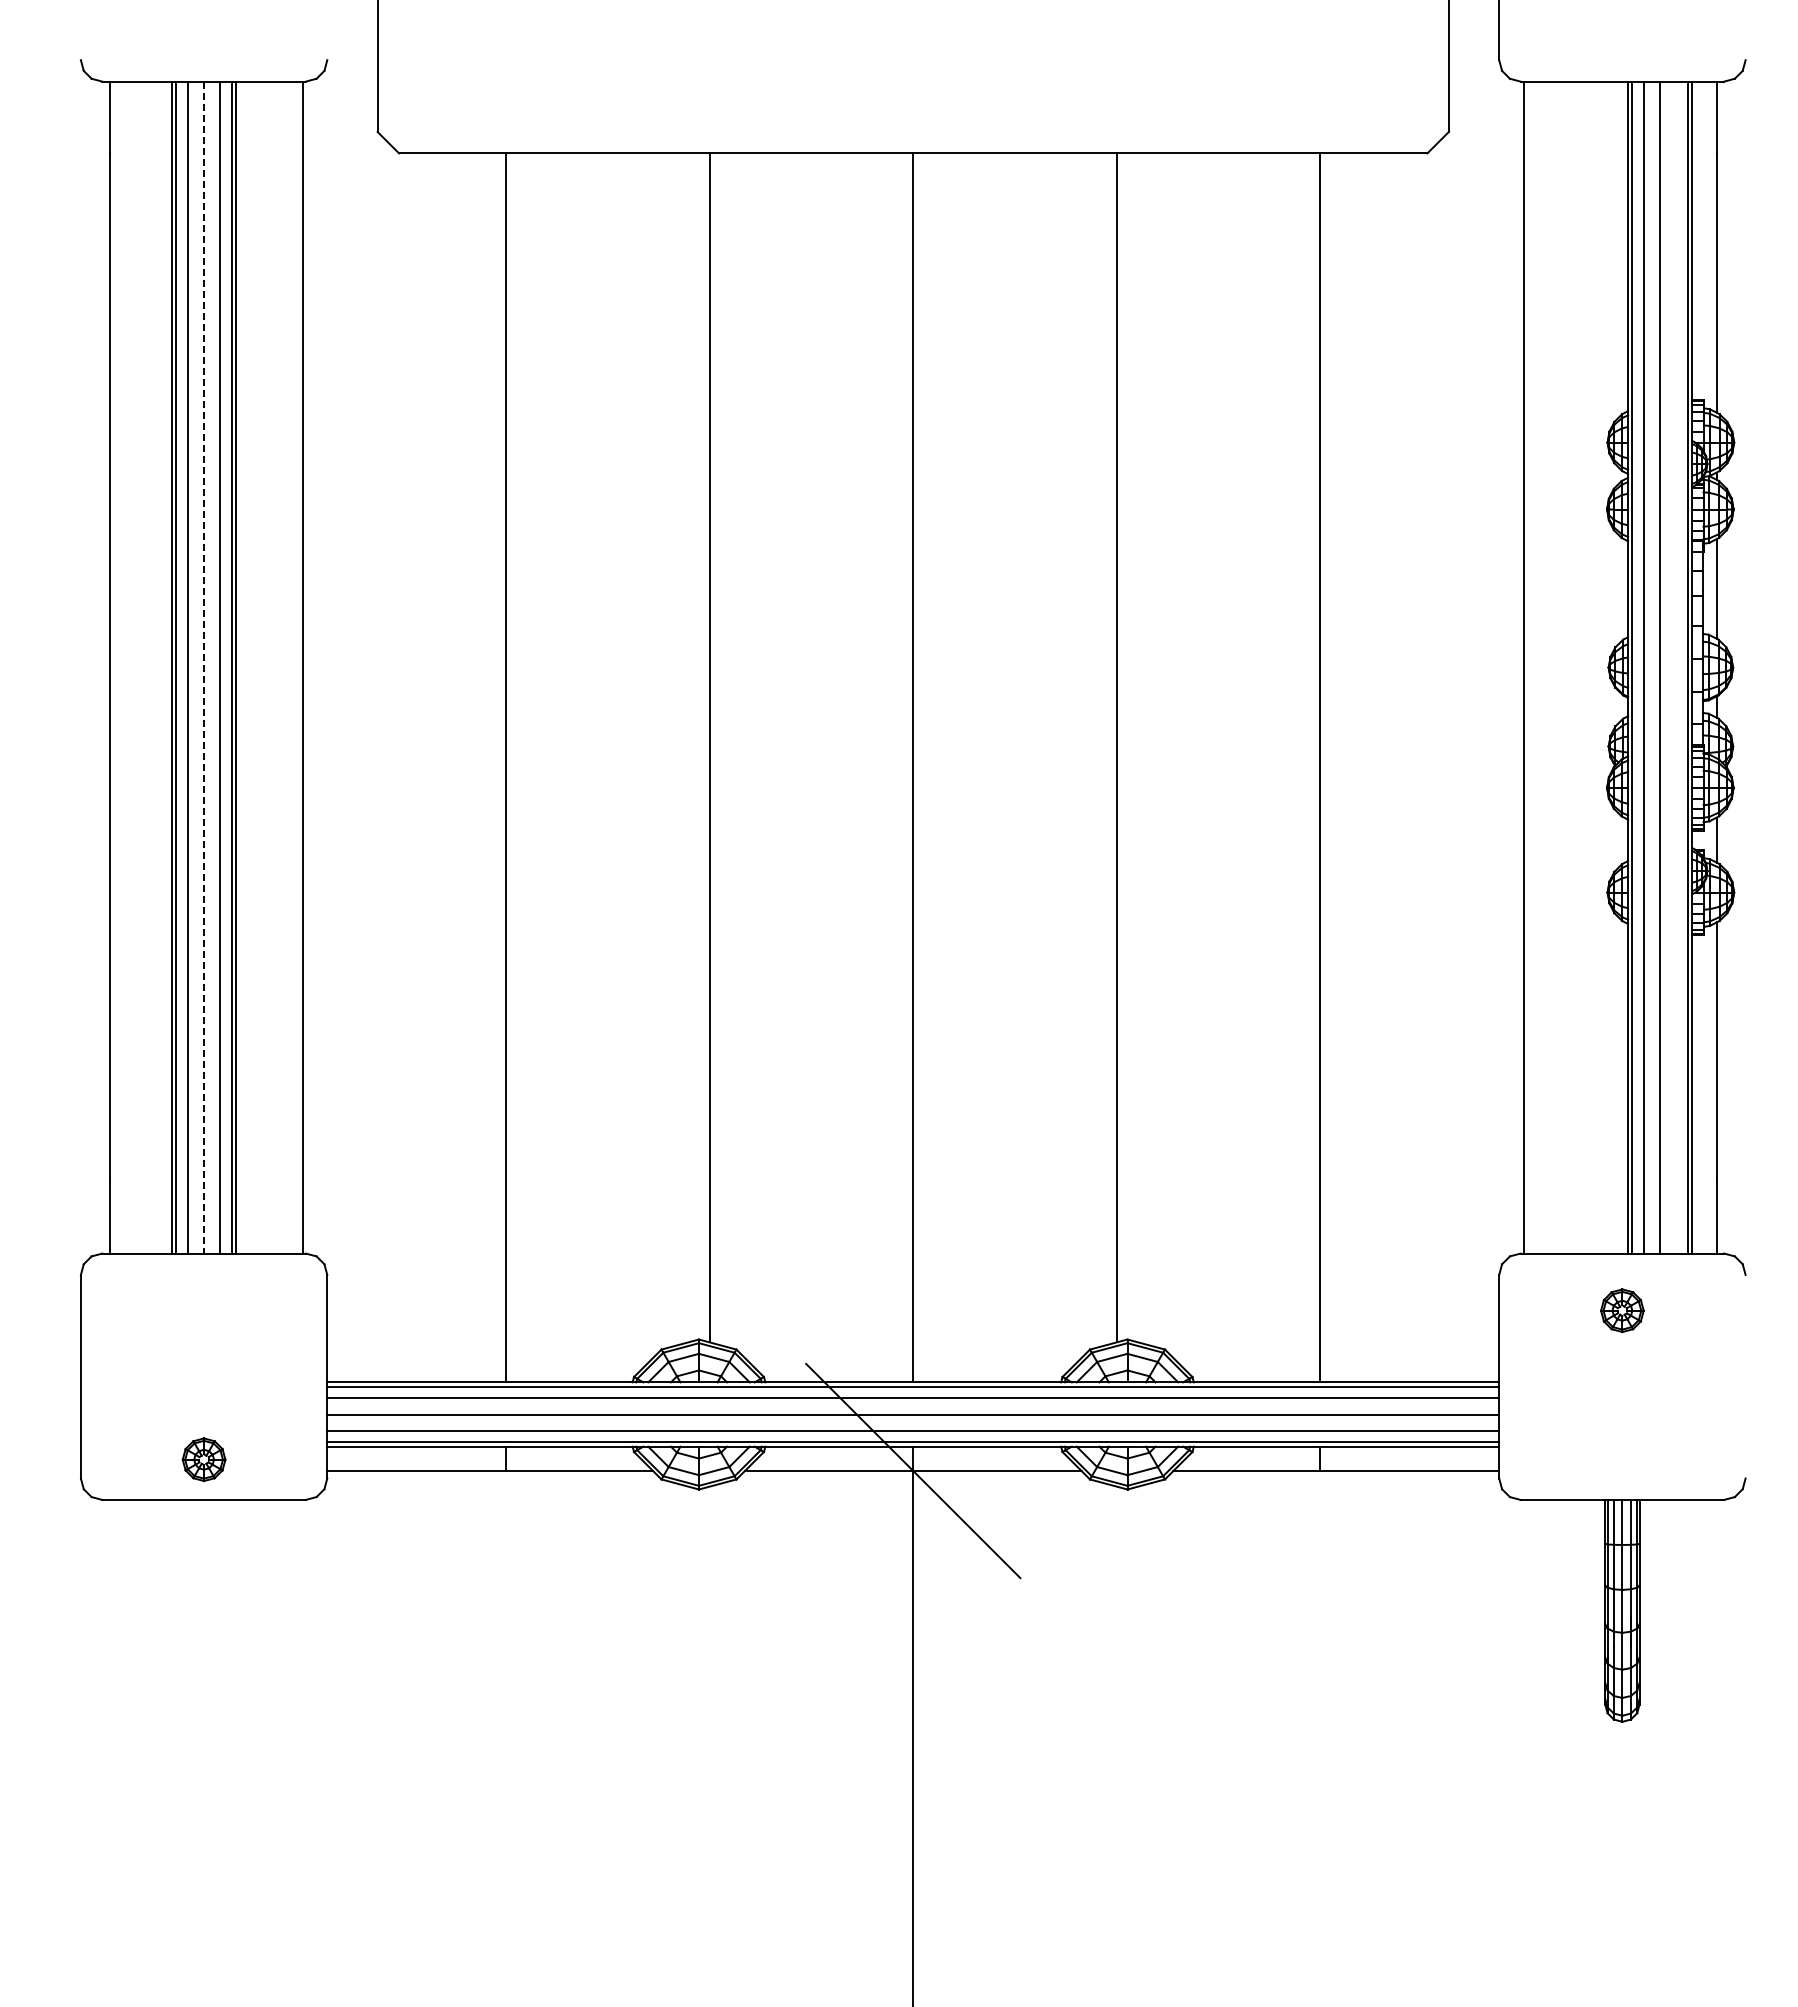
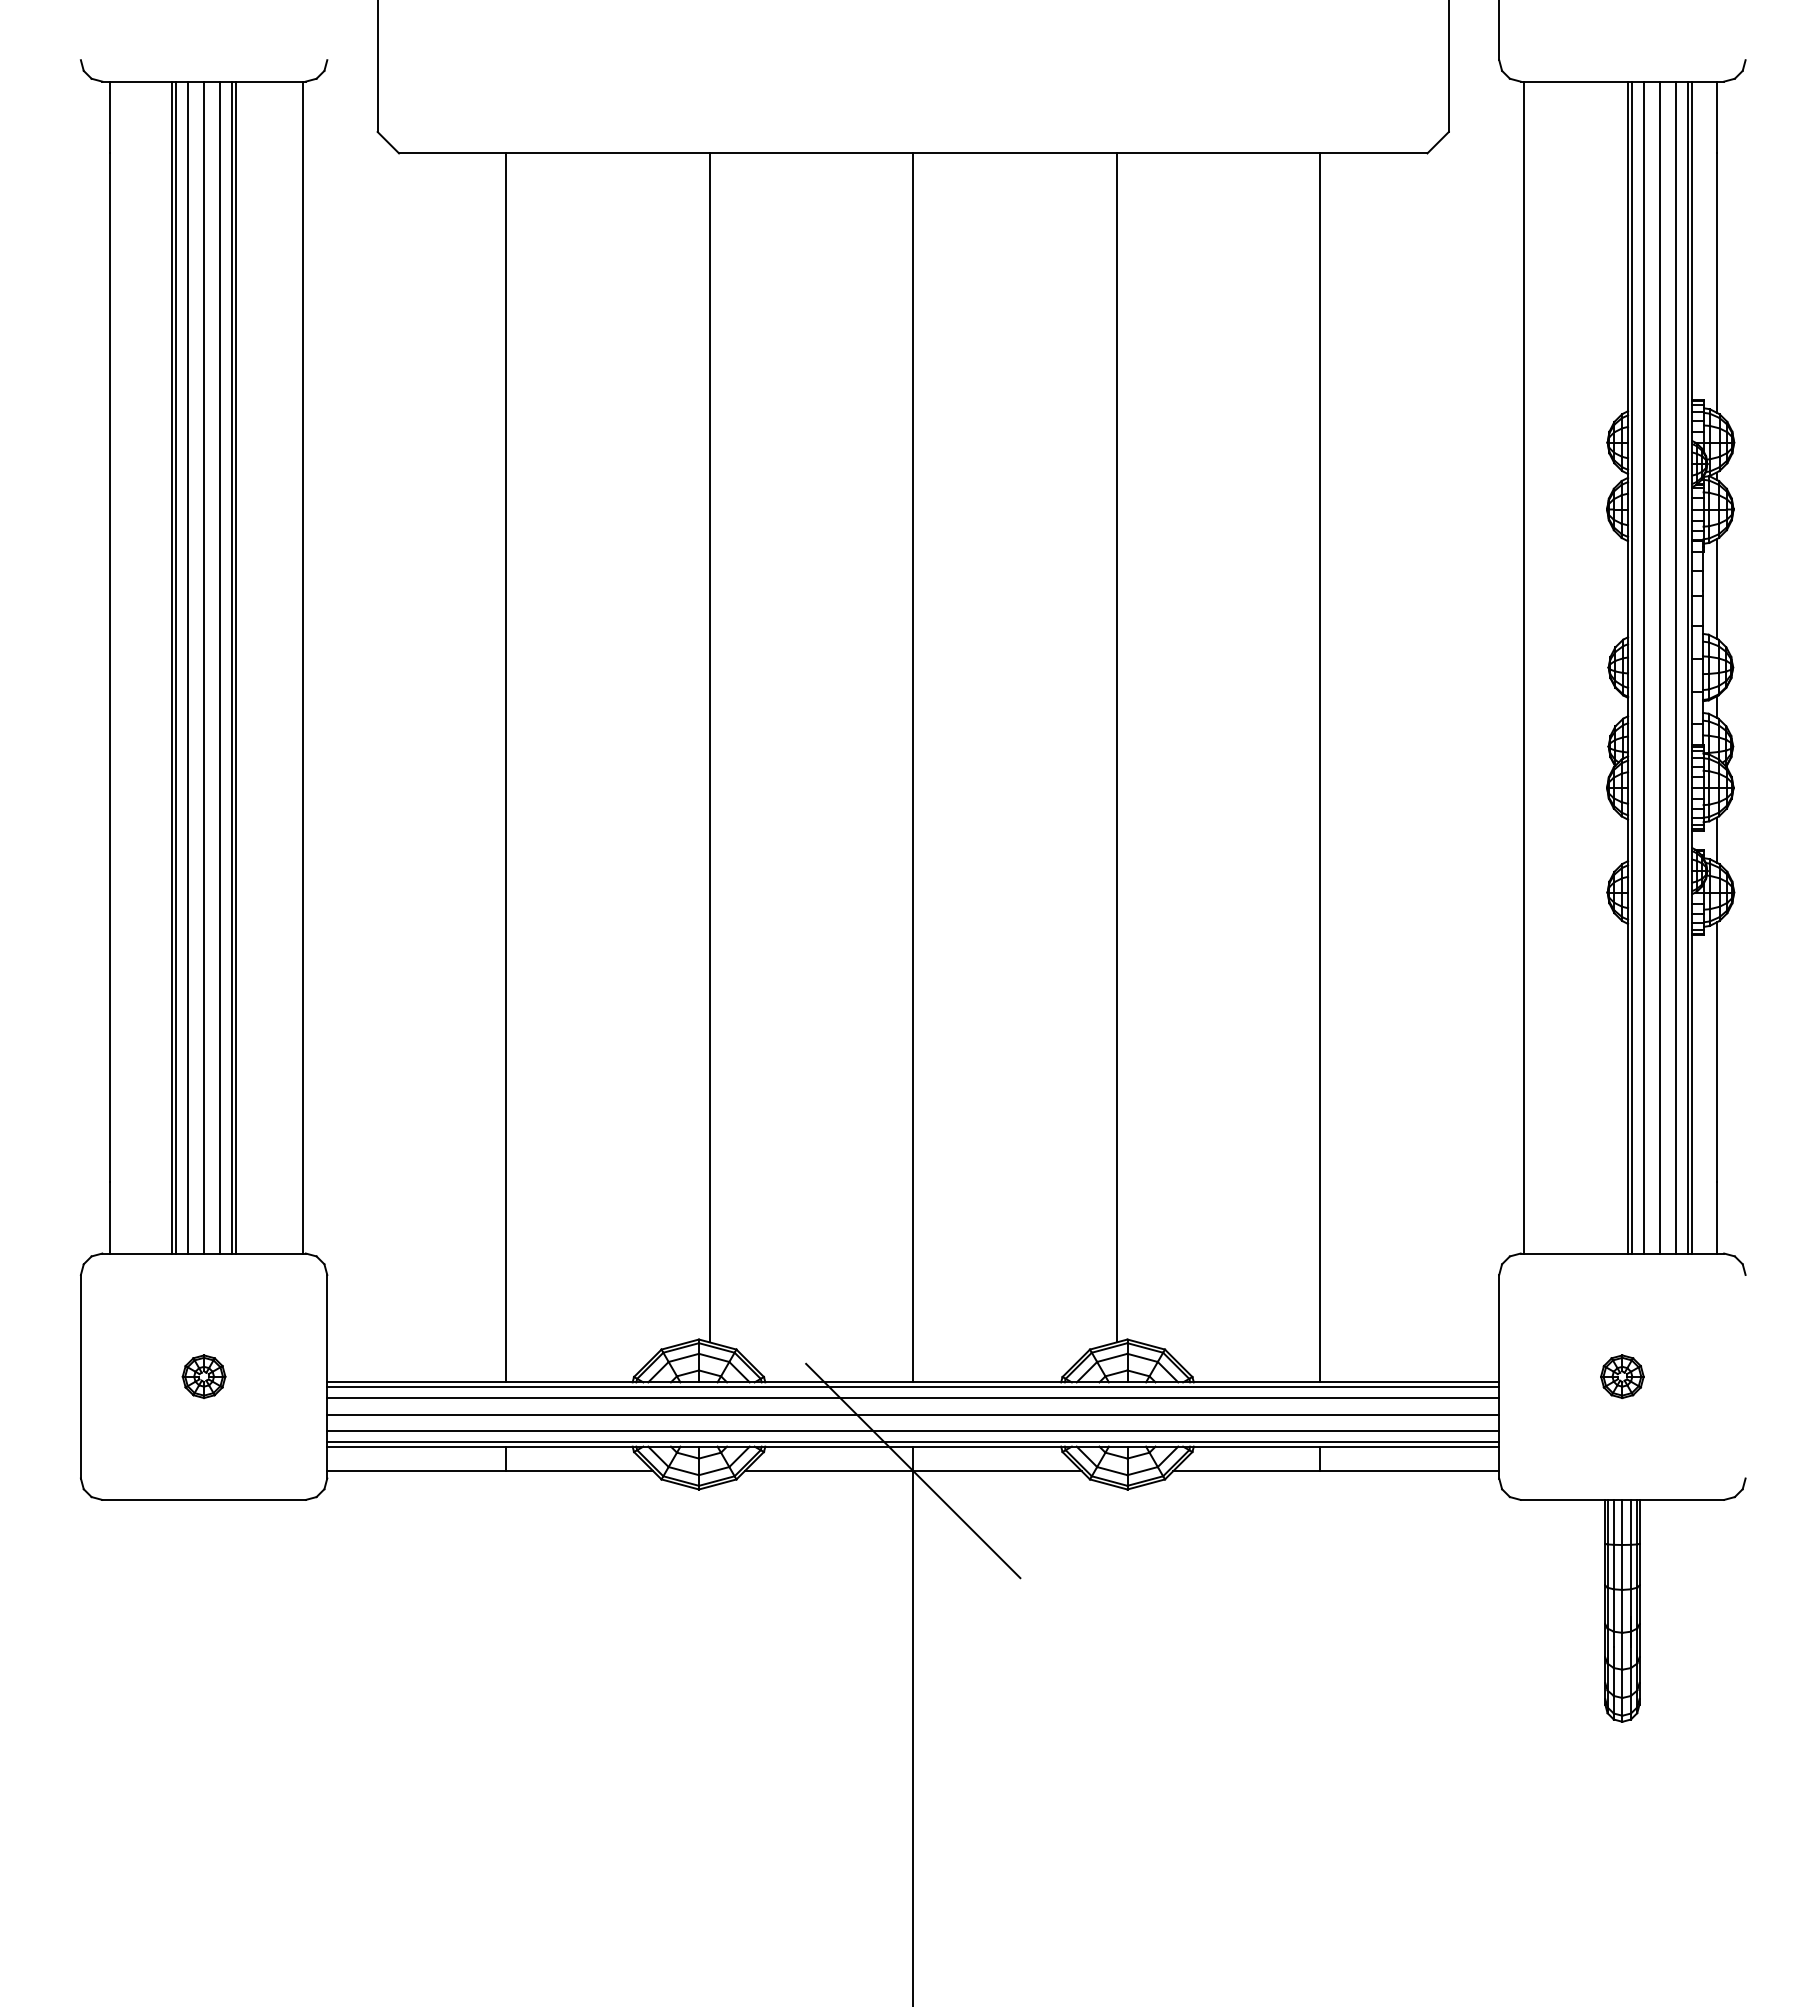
line at (204, 667): dashed -> solid
line at (1676, 667): none -> present
part at (1622, 1310) position: (1622, 1310) -> (1622, 1376)
part at (203, 1459) position: (203, 1459) -> (203, 1376)
